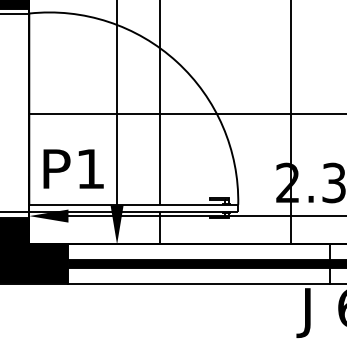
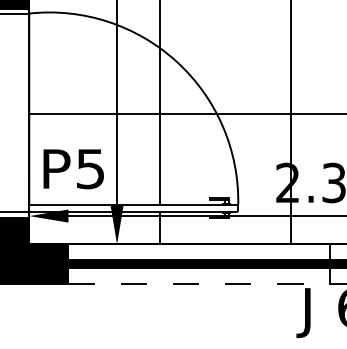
text at (90, 169): P1 -> P5
line at (207, 283): solid -> dashed
